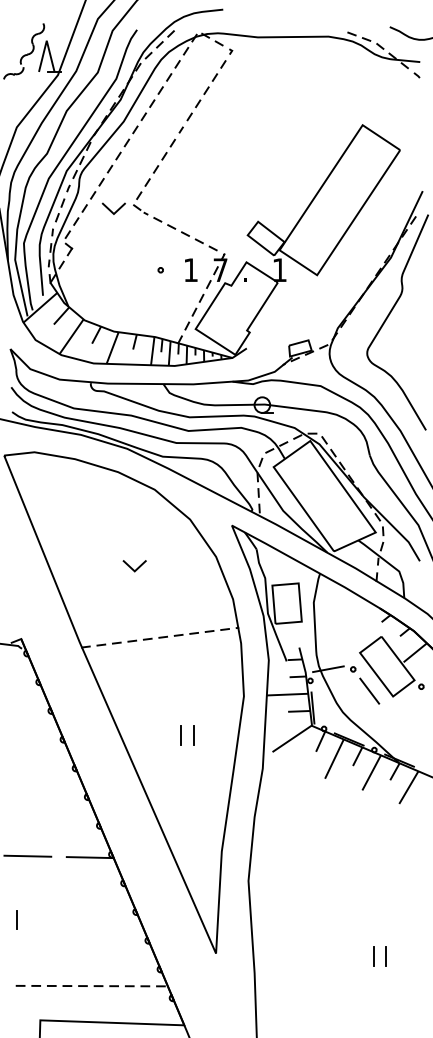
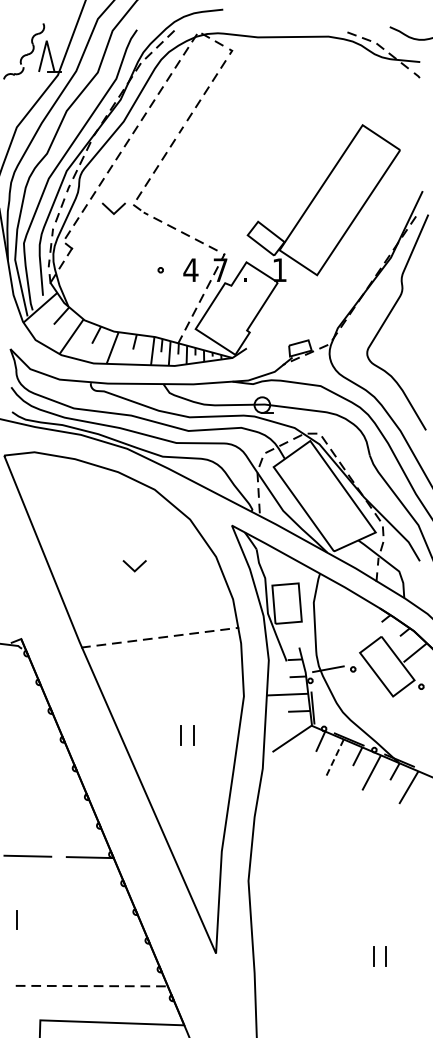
text at (190, 269): 1 -> 4
line at (369, 690): present -> none
line at (334, 759): solid -> dashed
